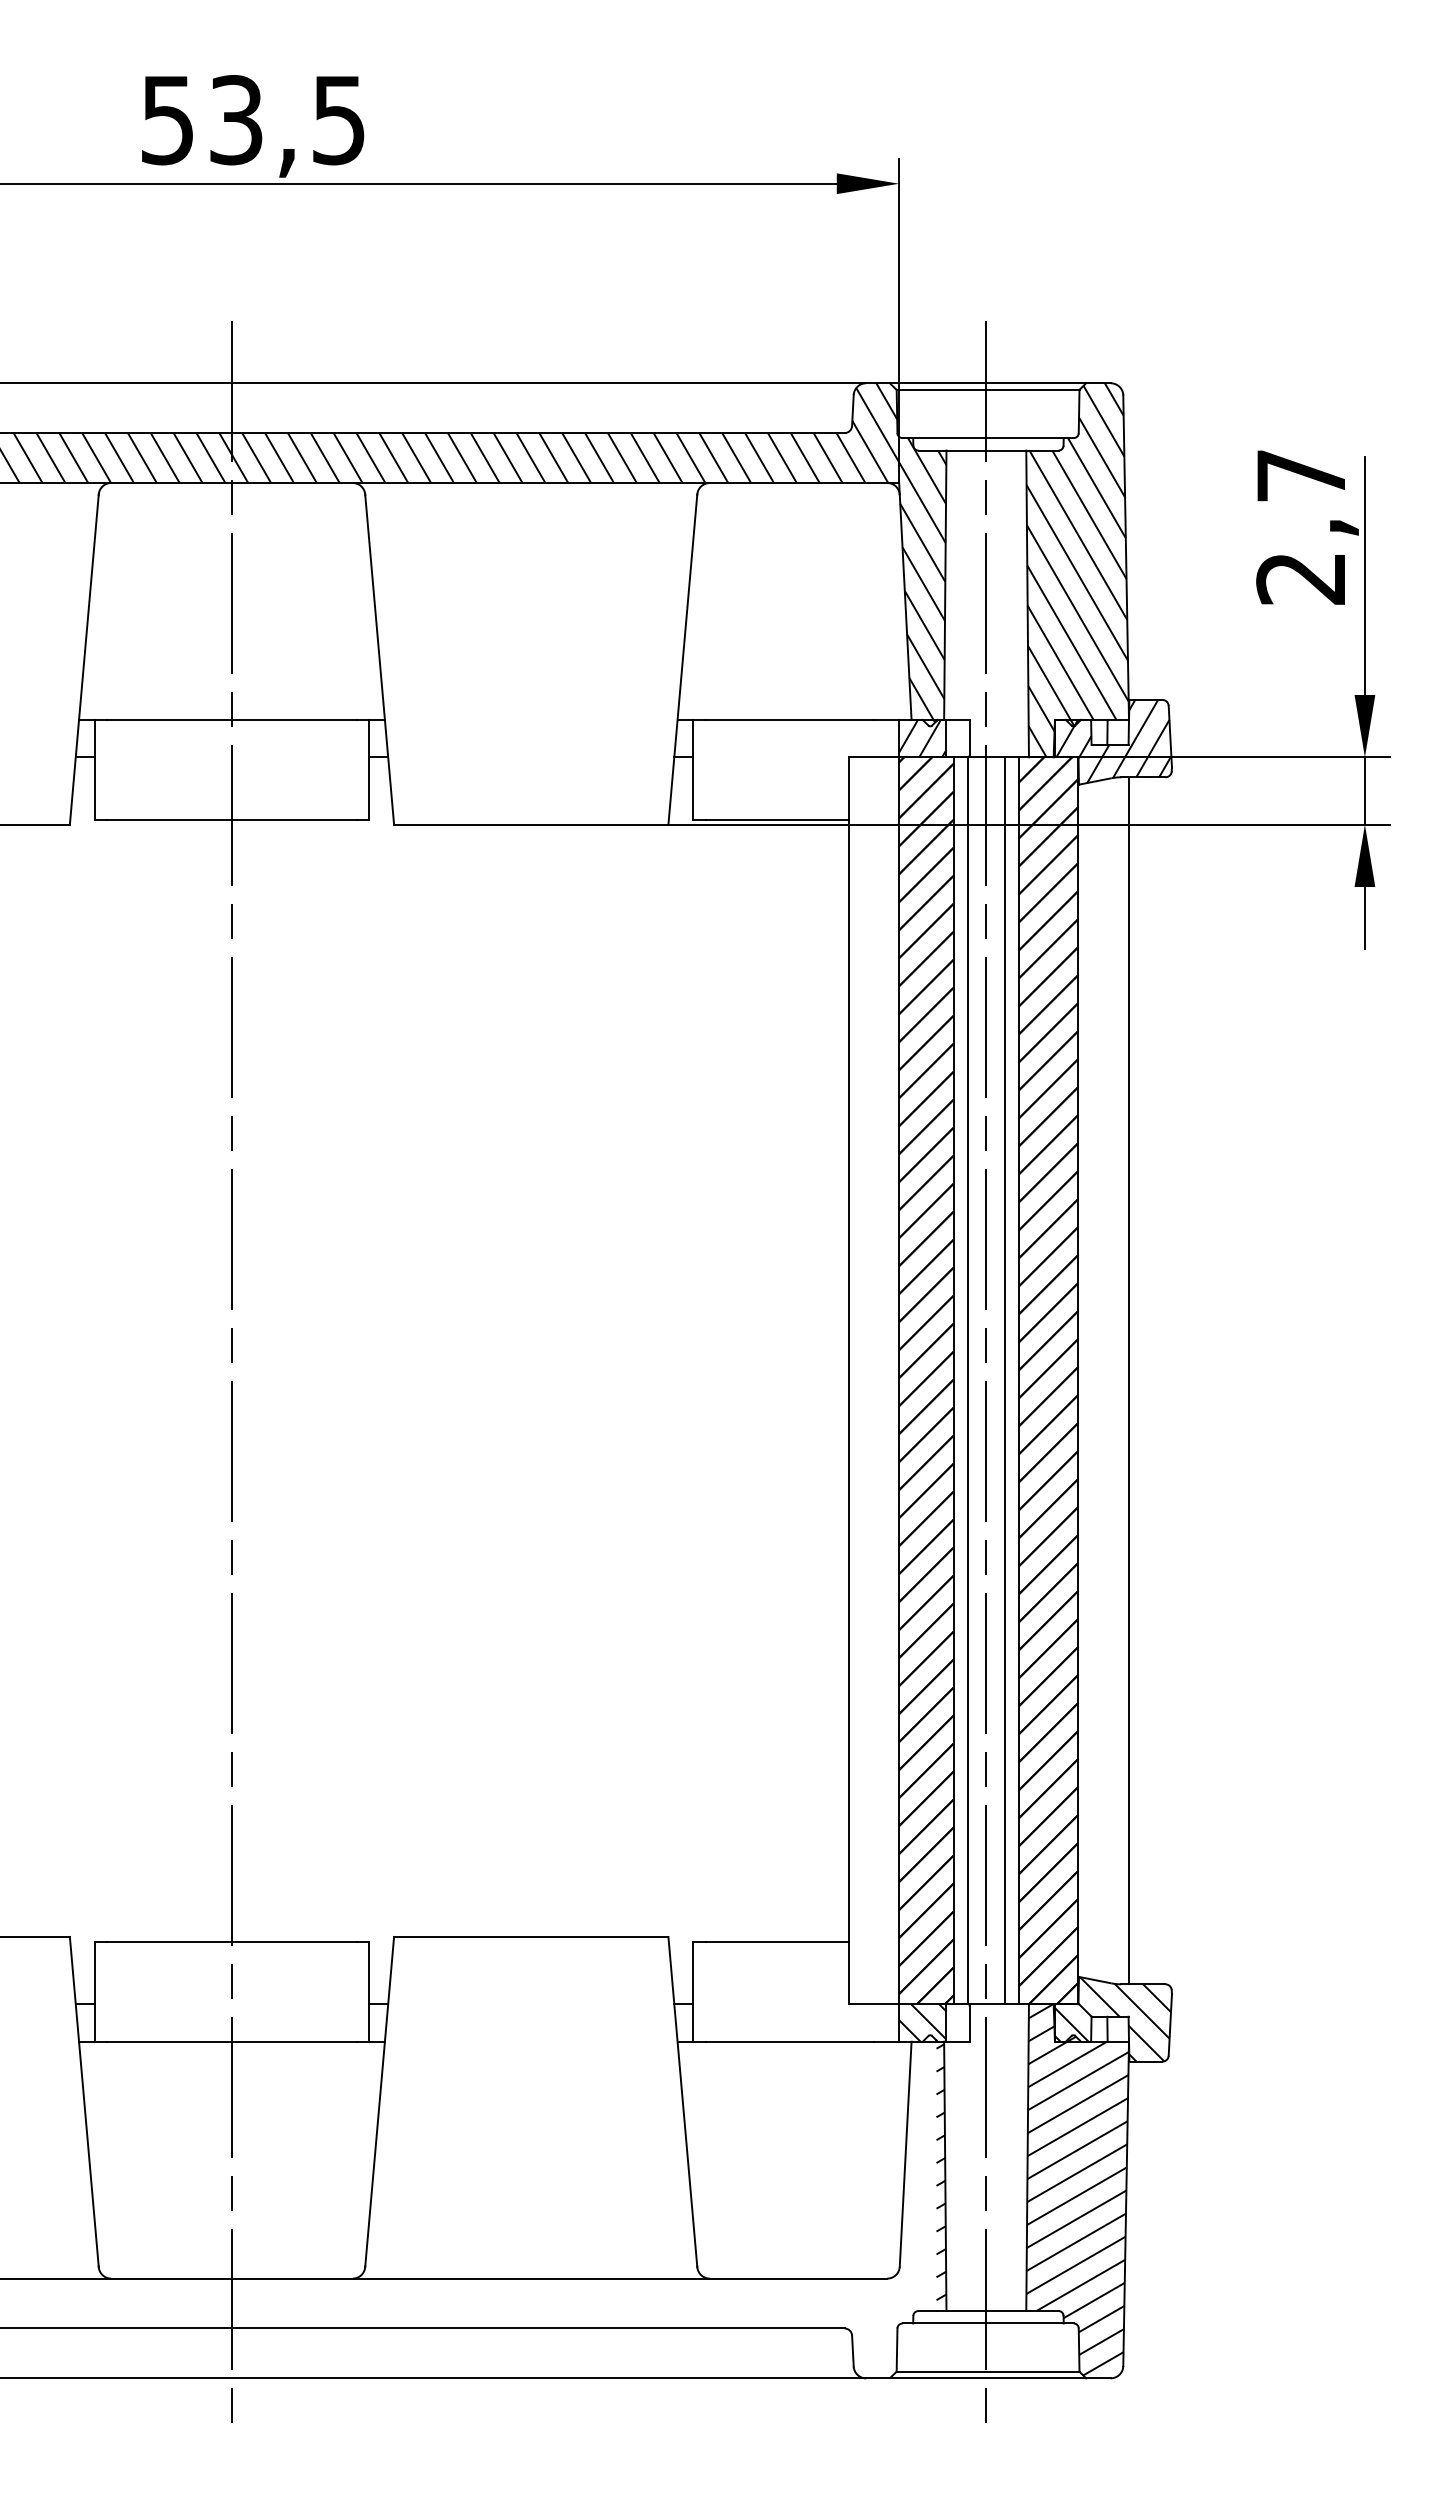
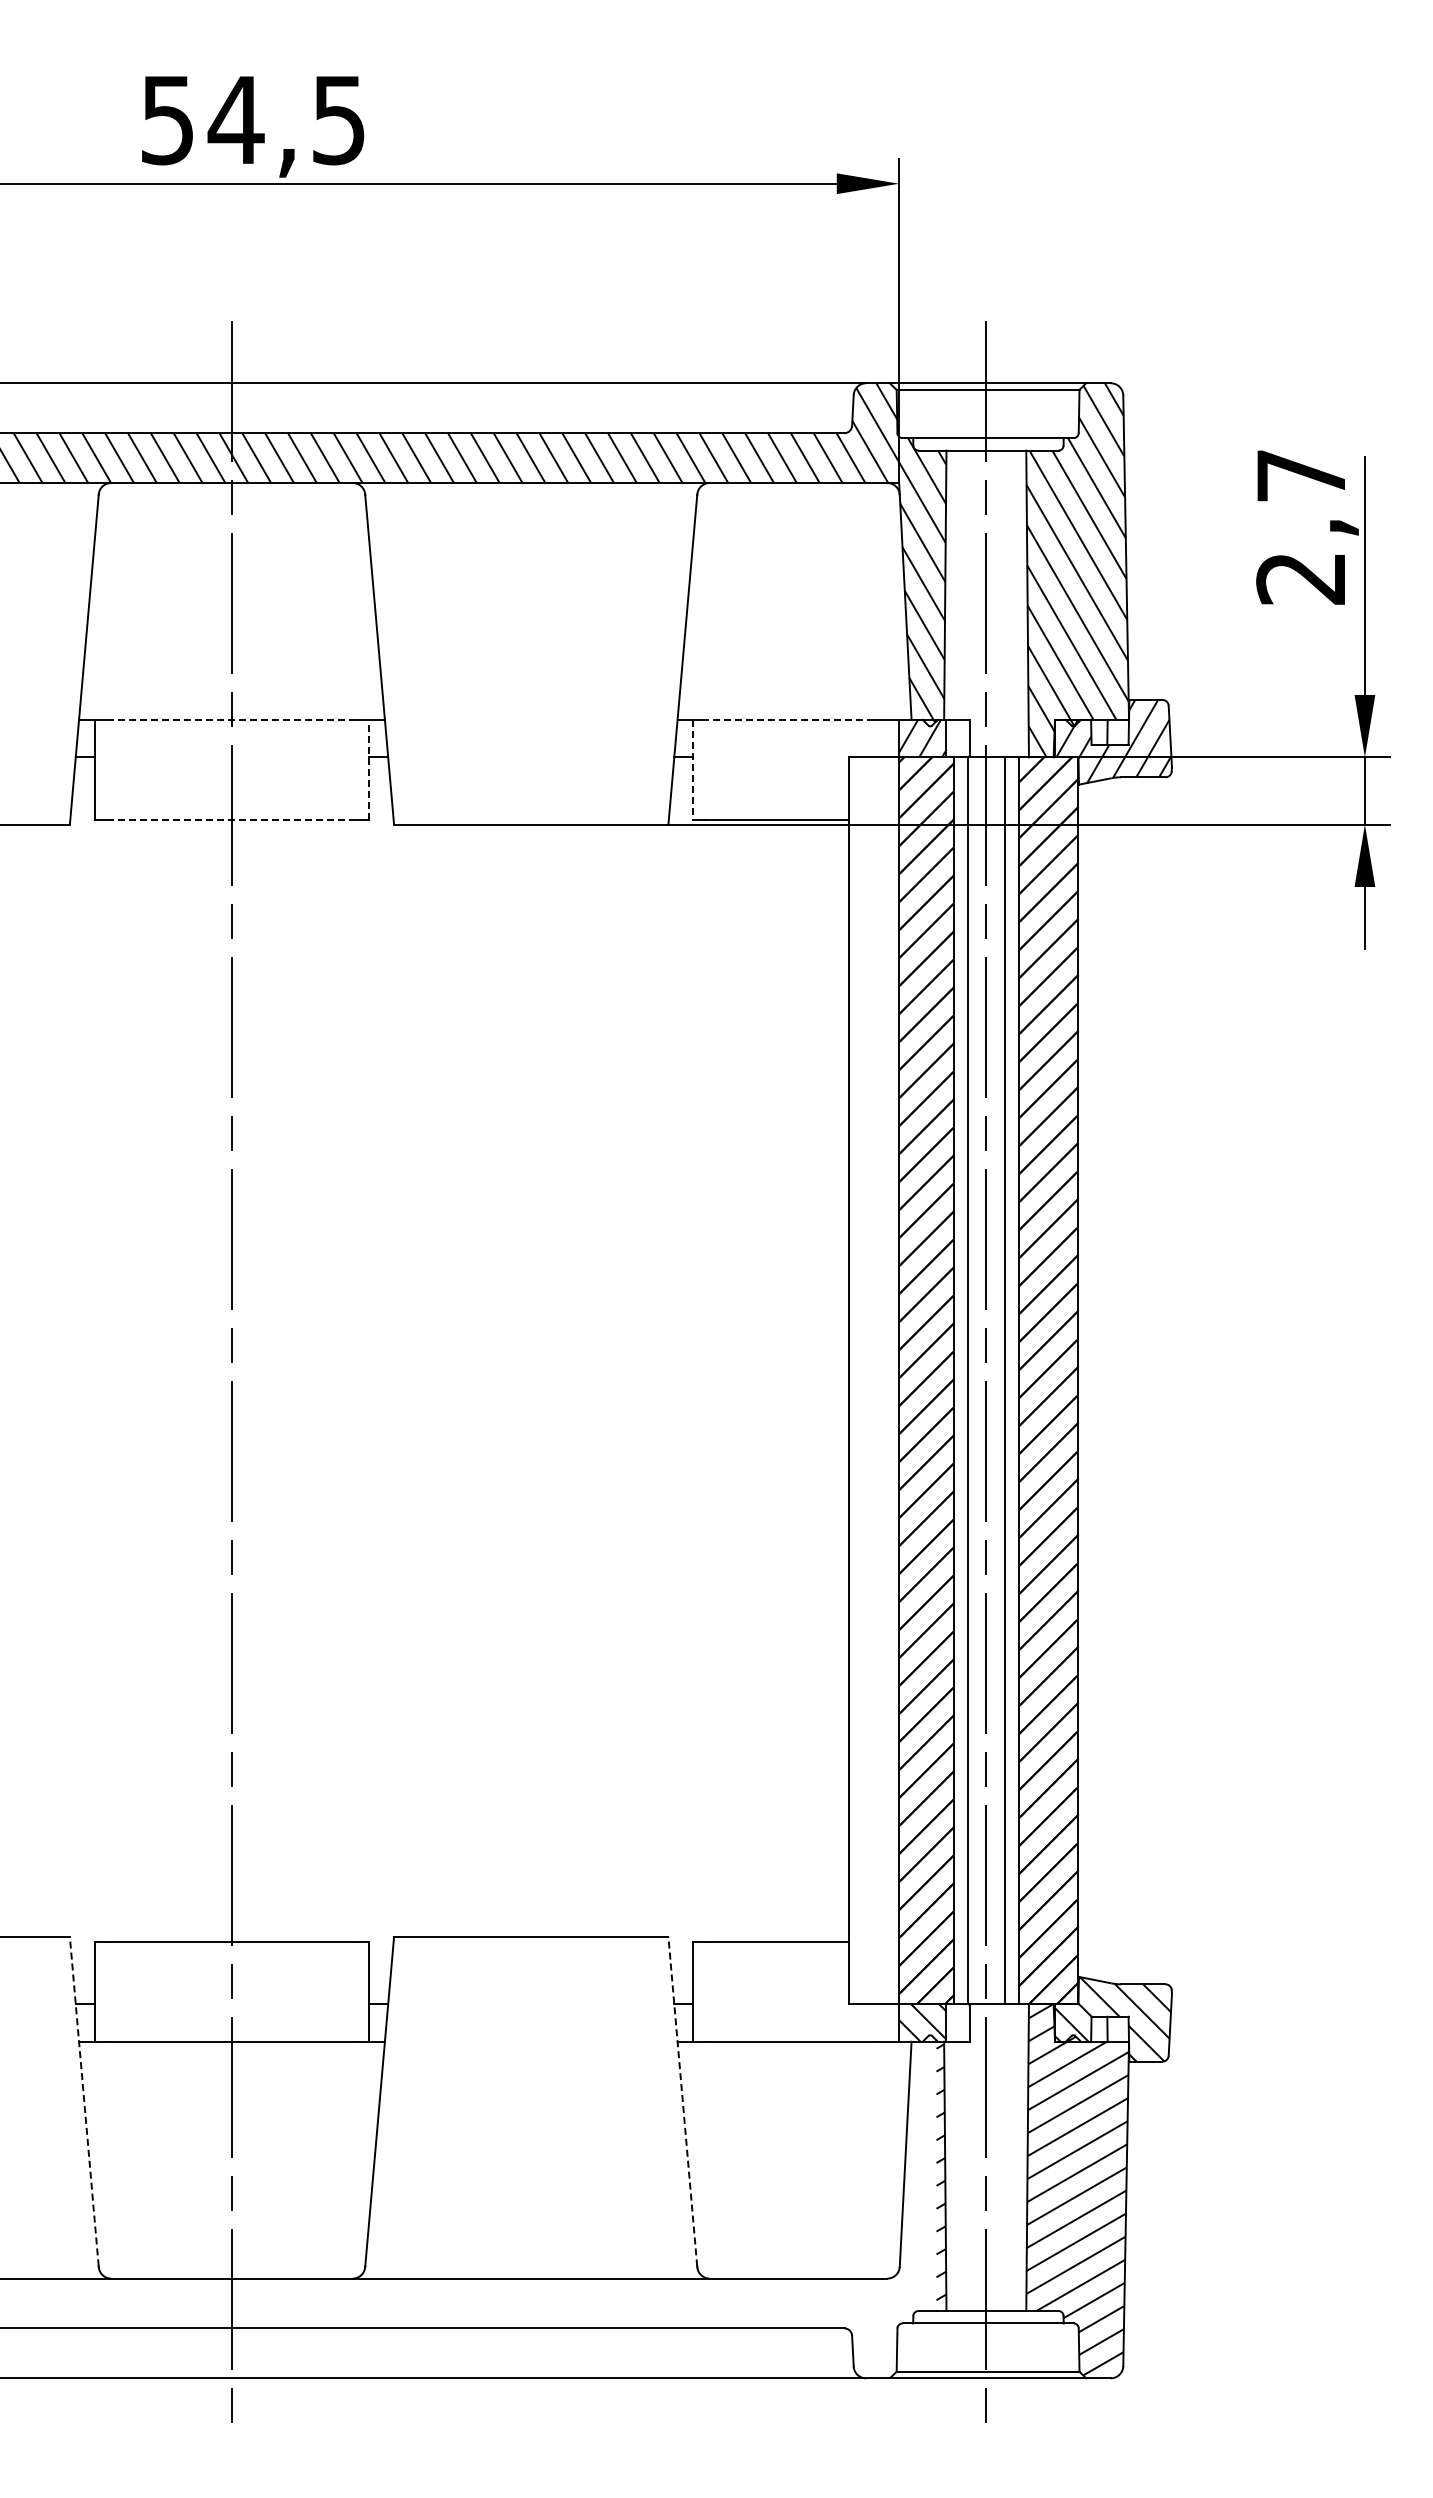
text at (235, 120): 53,5 -> 54,5
line at (231, 719): solid -> dashed
line at (789, 719): solid -> dashed
line at (369, 769): solid -> dashed
line at (693, 769): solid -> dashed
line at (231, 819): solid -> dashed
line at (1129, 1380): present -> none
line at (84, 2101): solid -> dashed
line at (682, 2101): solid -> dashed
